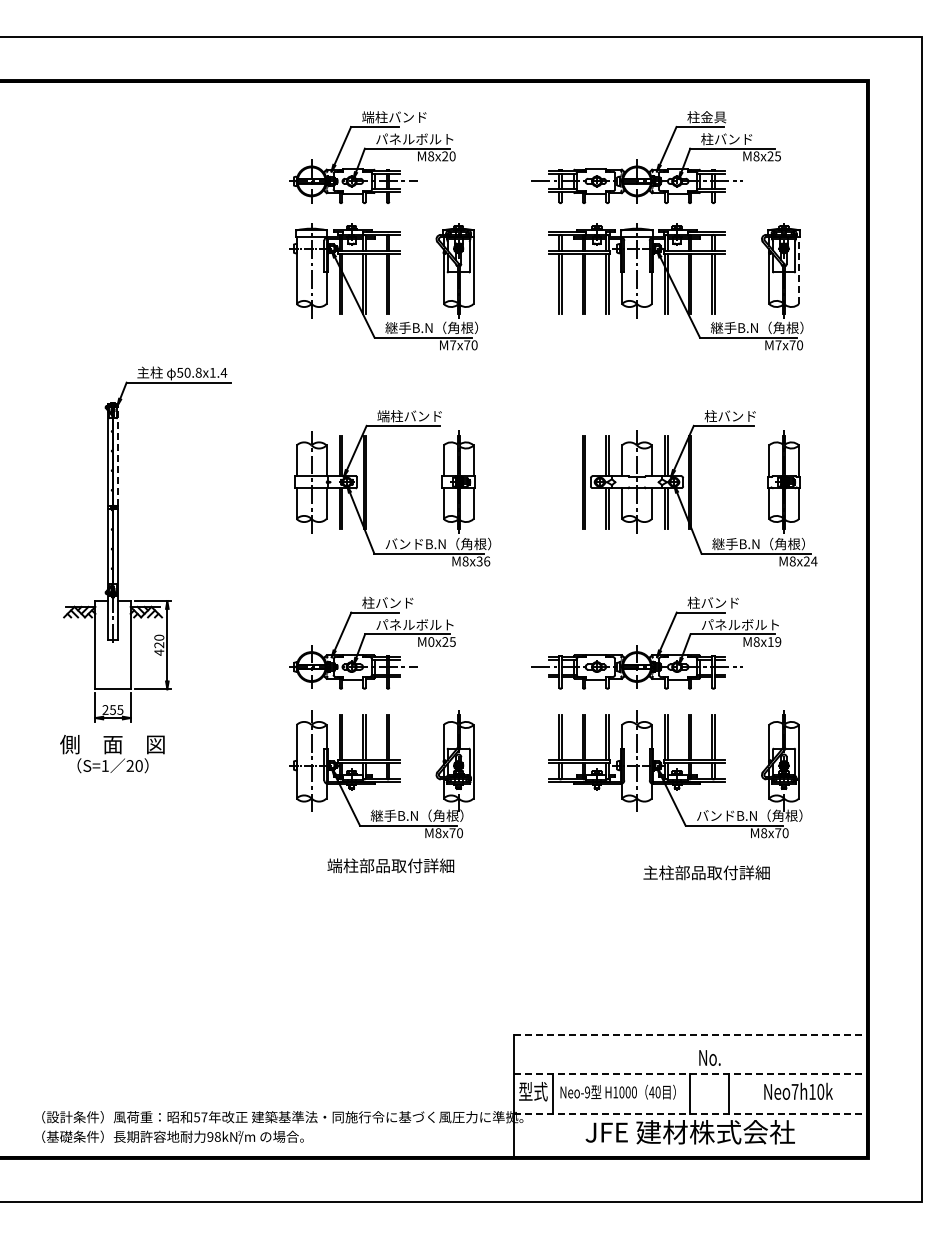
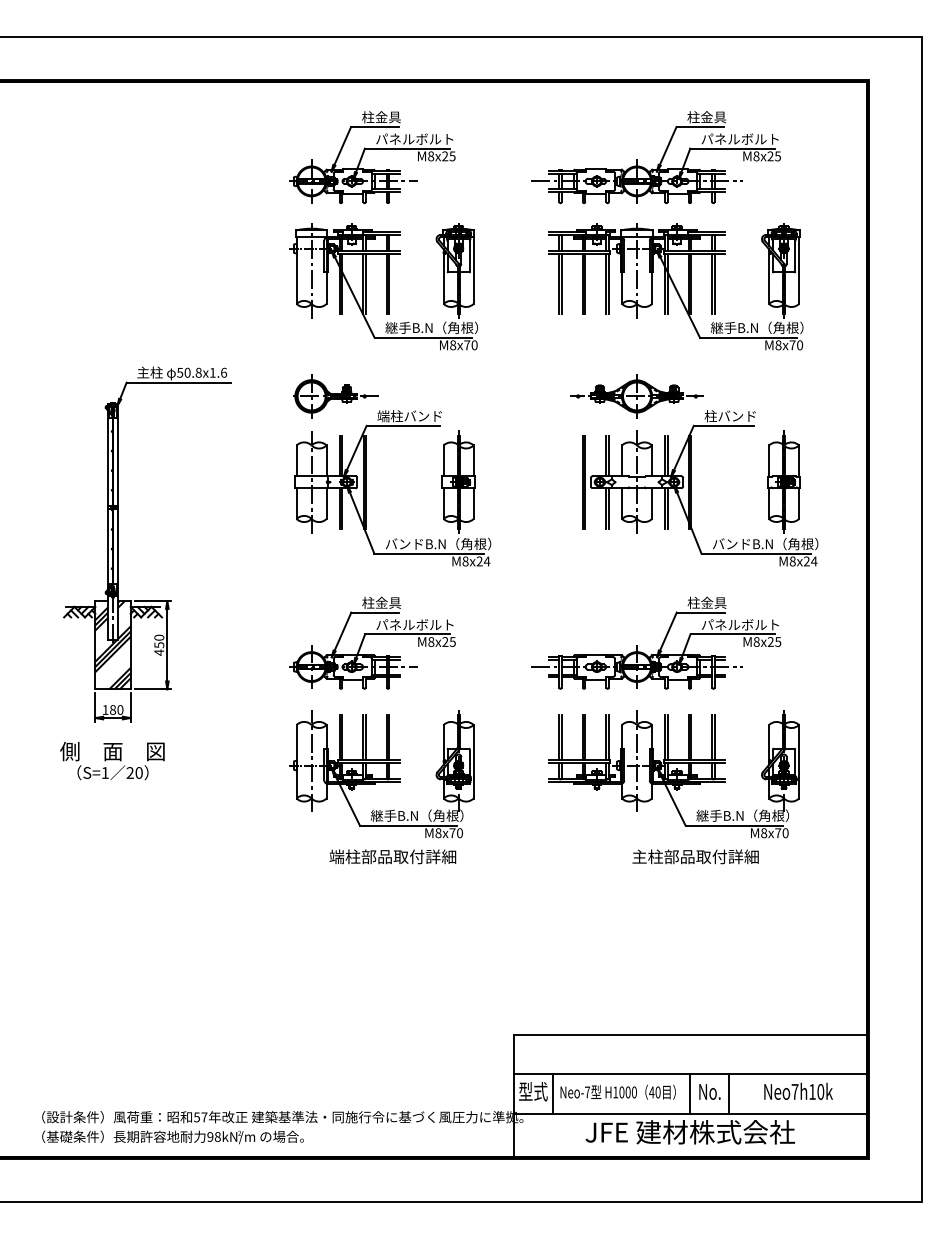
text at (394, 117): 端柱バンド -> 柱金具
text at (739, 139): 柱バンド -> パネルボルト
text at (452, 156): M8x20 -> M8x25
line at (799, 270): dashed -> solid
text at (453, 345): M7x70 -> M8x70
text at (778, 345): M7x70 -> M8x70
text at (223, 372): 50.8x1.4 -> 50.8x1.6
part at (335, 396): none -> present
part at (636, 396): none -> present
line at (118, 455): dashed -> solid
text at (765, 543): 継手B.N（角根） -> バンドB.N（角根）
text at (483, 561): M8x36 -> M8x24
text at (394, 602): 柱バンド -> 柱金具
text at (719, 602): 柱バンド -> 柱金具
text at (431, 641): M0x25 -> M8x25
text at (774, 641): M8x19 -> M8x25
hatch at (112, 645): none -> present
text at (159, 645): 420 -> 450
text at (112, 709): 255 -> 180
text at (112, 754) position: (112, 754) -> (112, 761)
text at (749, 815): バンドB.N（角根） -> 継手B.N（角根）
text at (390, 865) position: (390, 865) -> (392, 856)
text at (706, 872) position: (706, 872) -> (695, 856)
line at (690, 1035): dashed -> solid
text at (709, 1057) position: (709, 1057) -> (709, 1091)
line at (690, 1074): dashed -> solid
text at (587, 1092): Neo-9 -> Neo-7
line at (690, 1113): dashed -> solid
